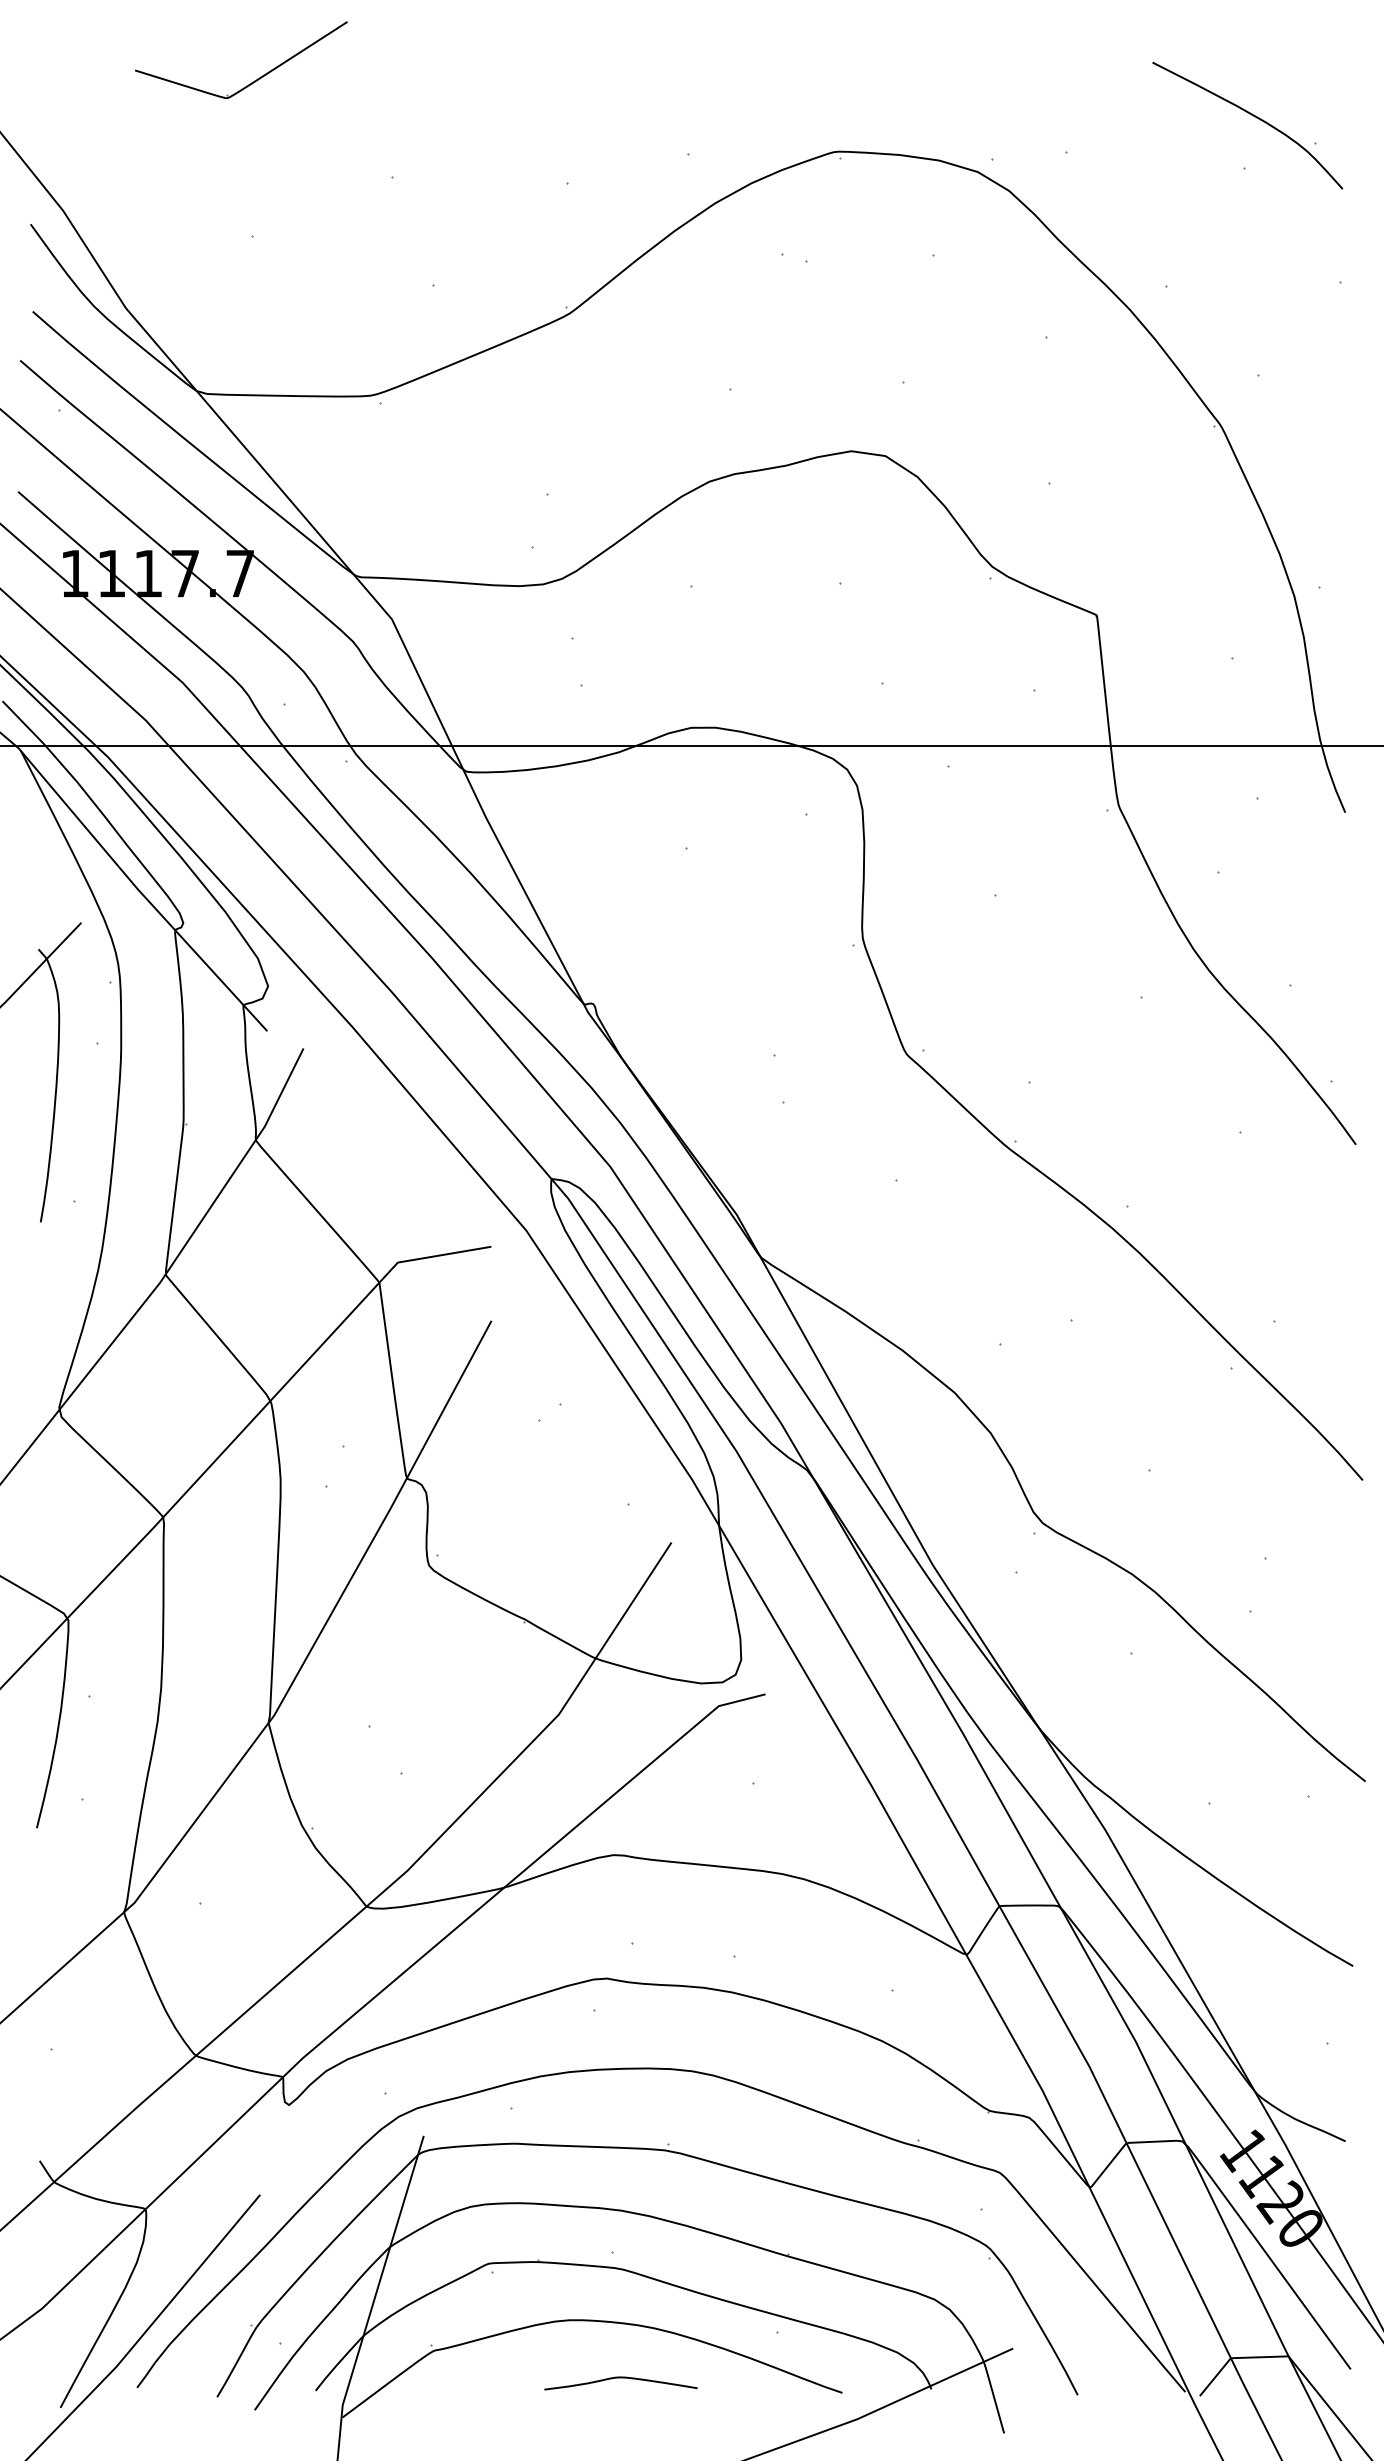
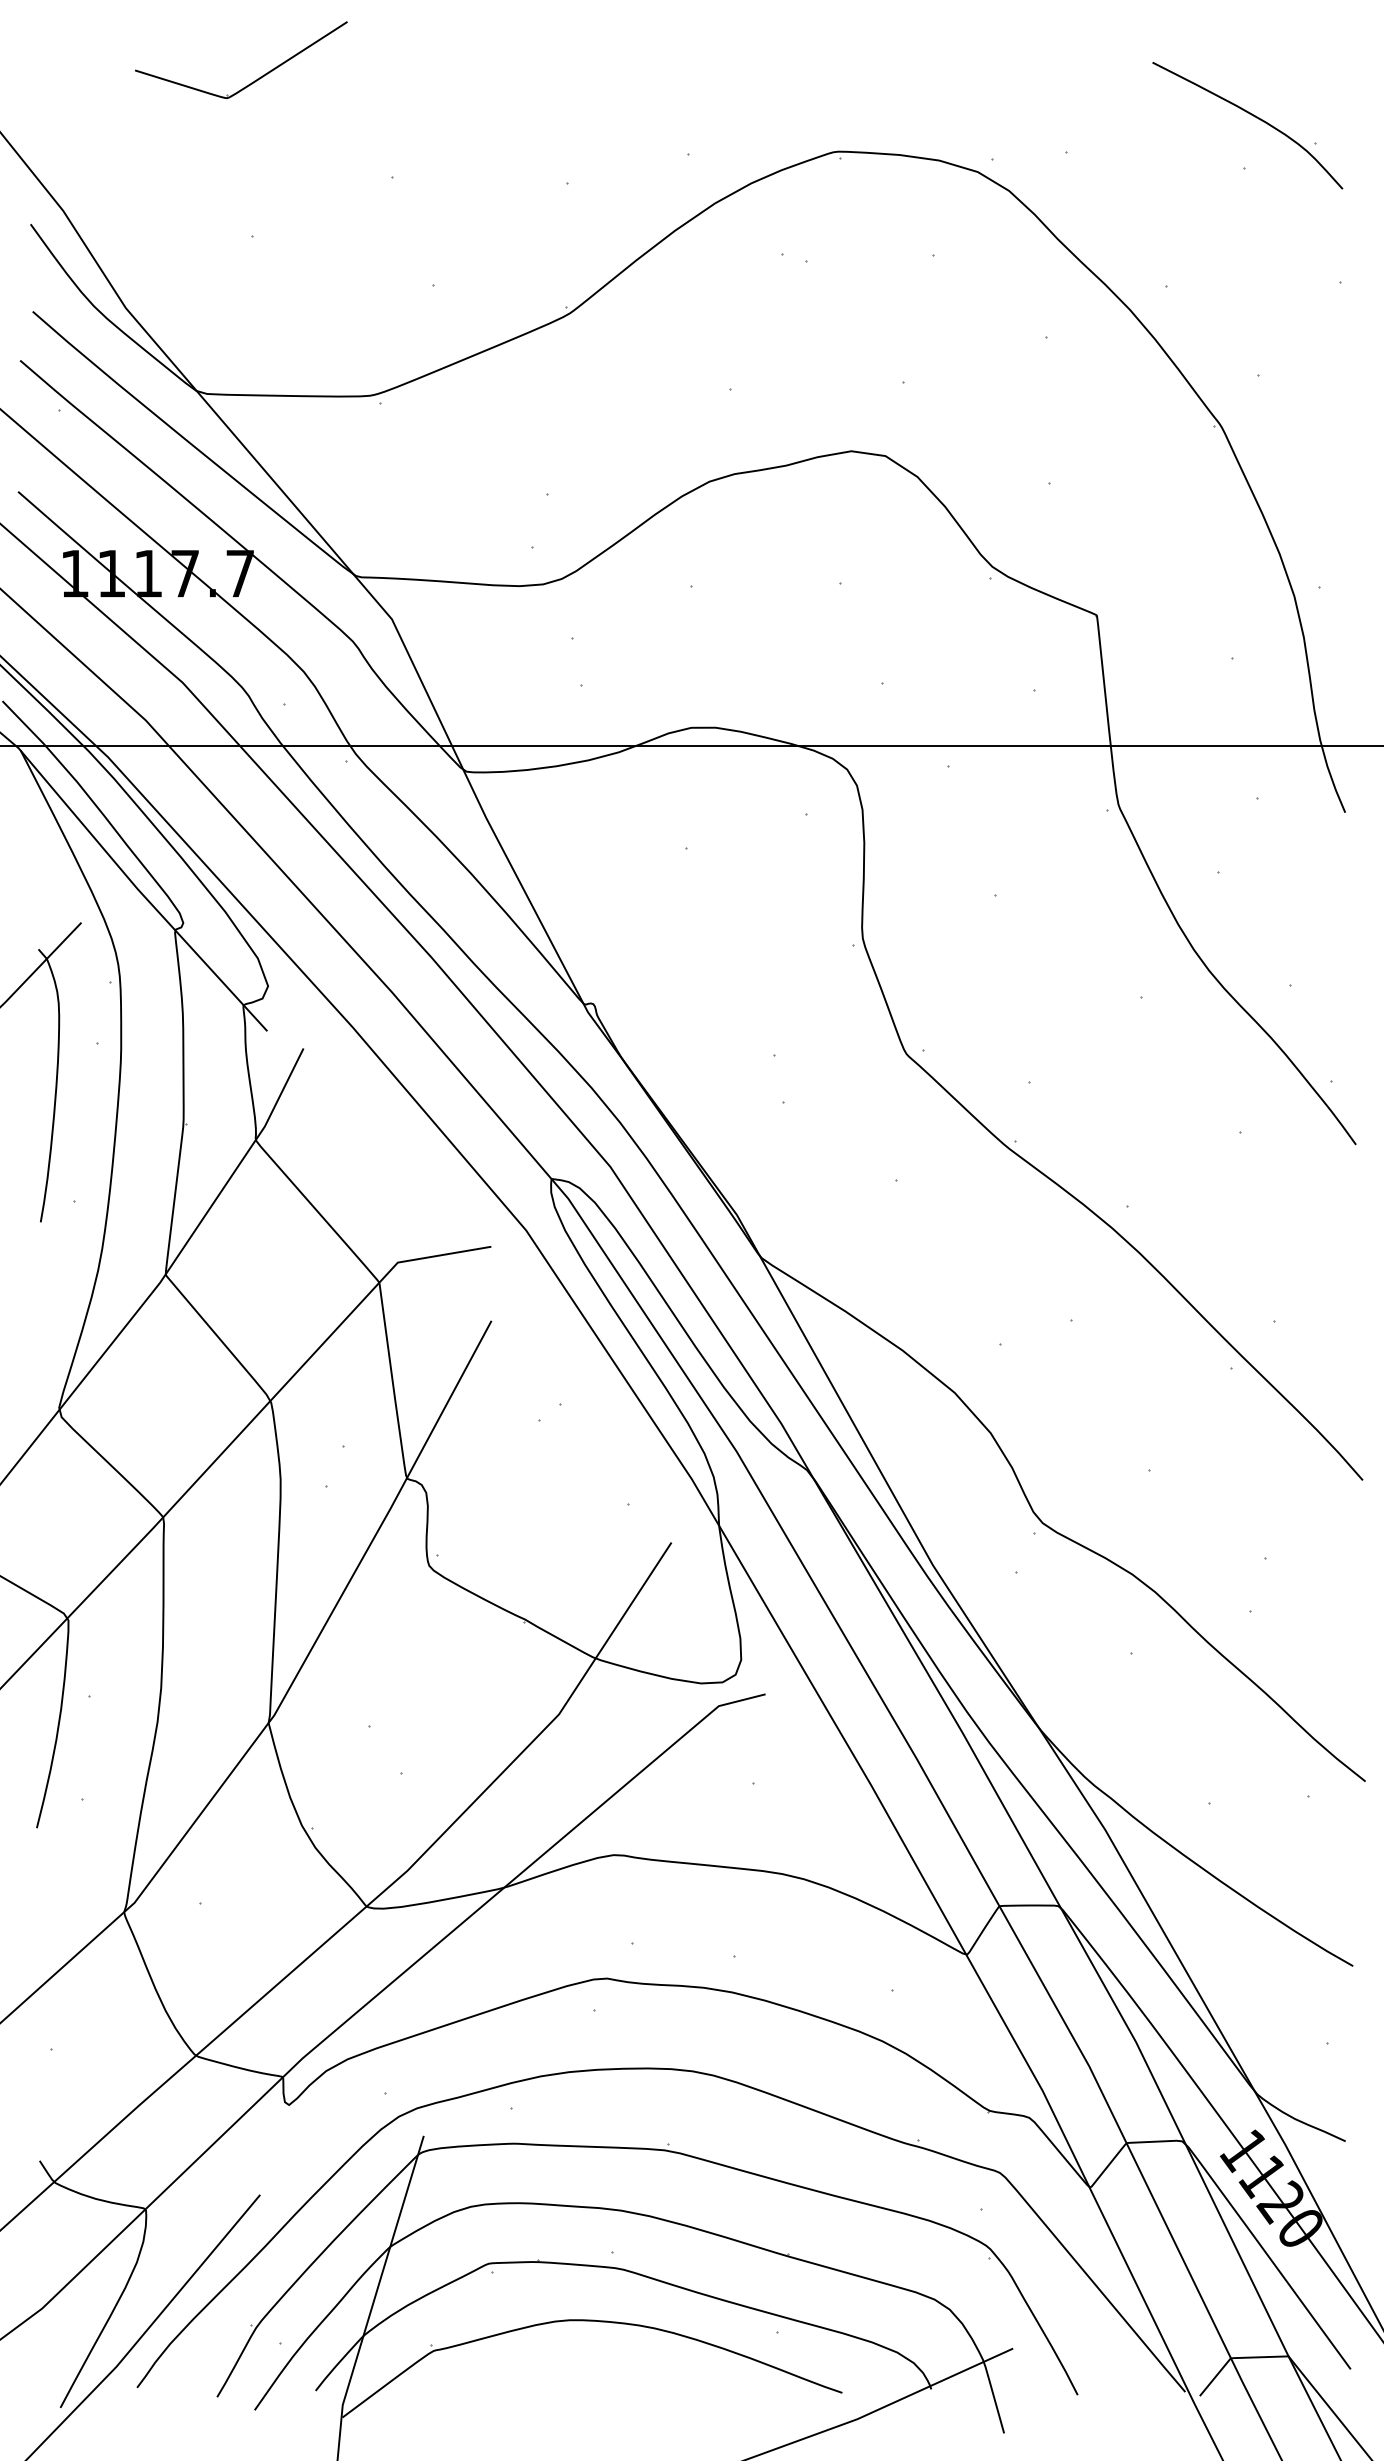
curve at (620, 2378): present -> none
